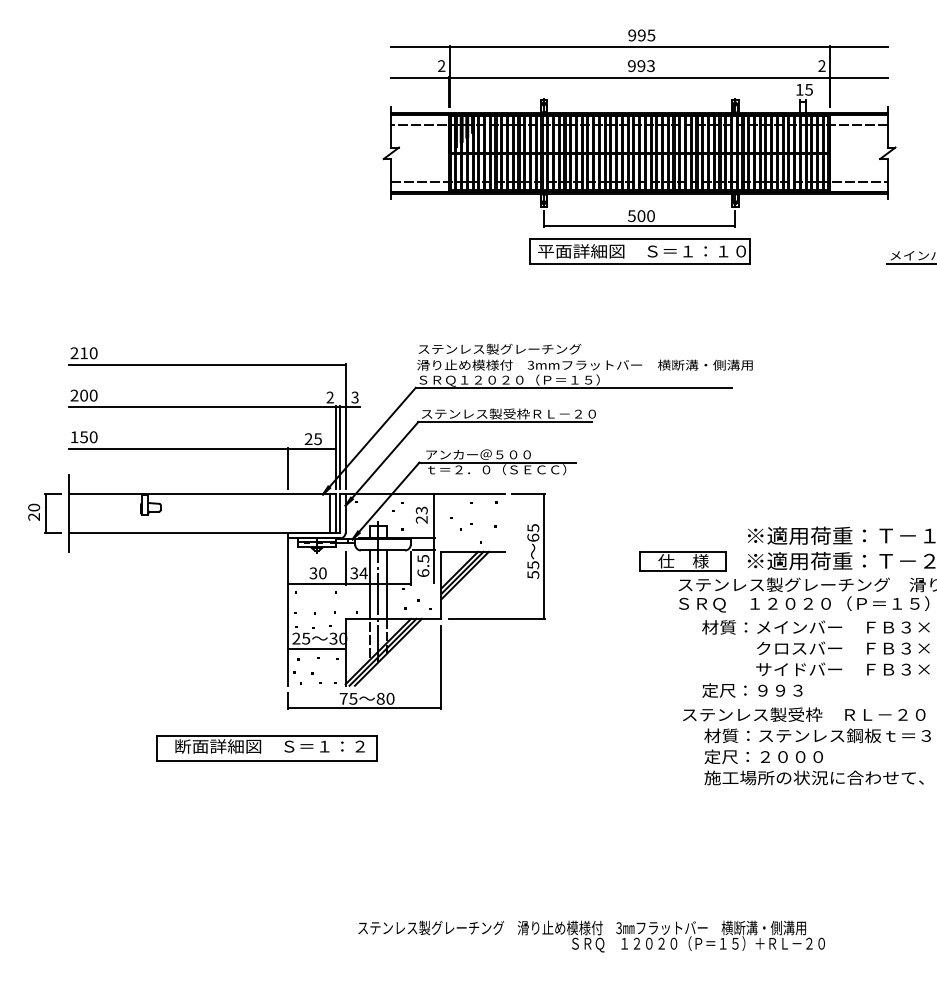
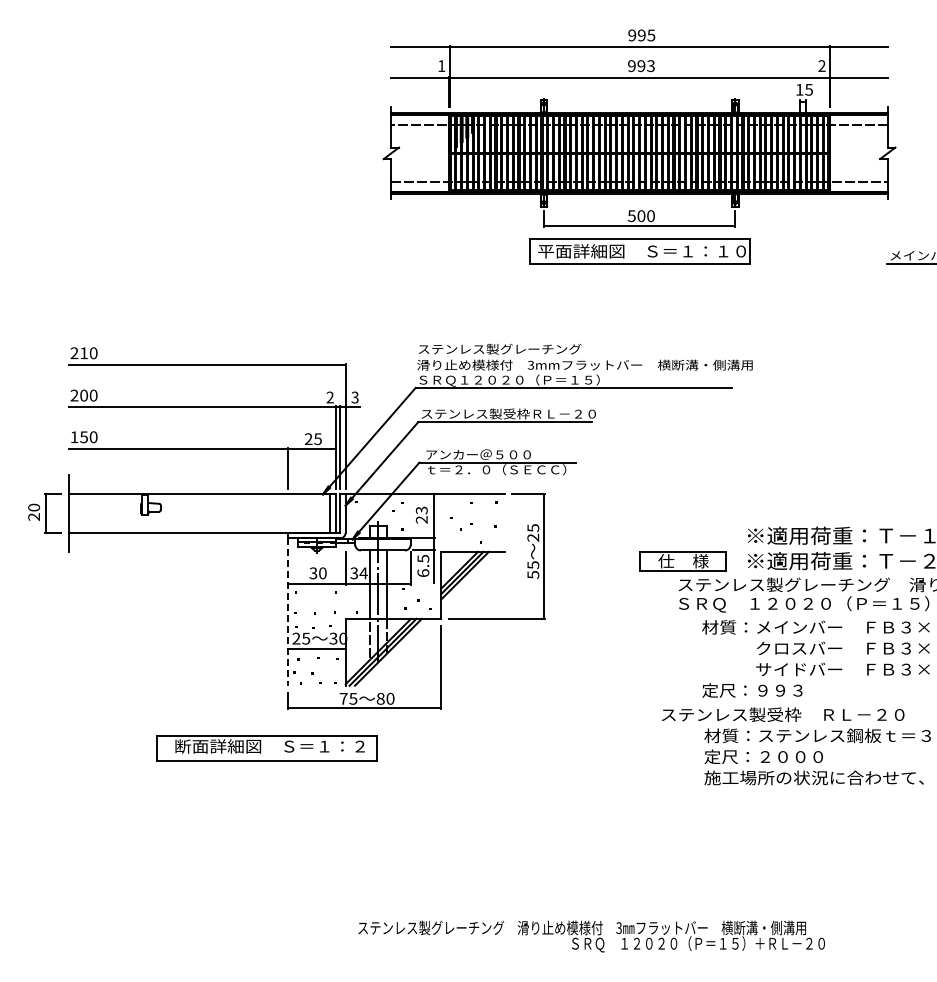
text at (441, 65): 2 -> 1
text at (533, 537): 65 -> 25
line at (288, 612): solid -> dashed
text at (804, 714) position: (804, 714) -> (783, 714)
